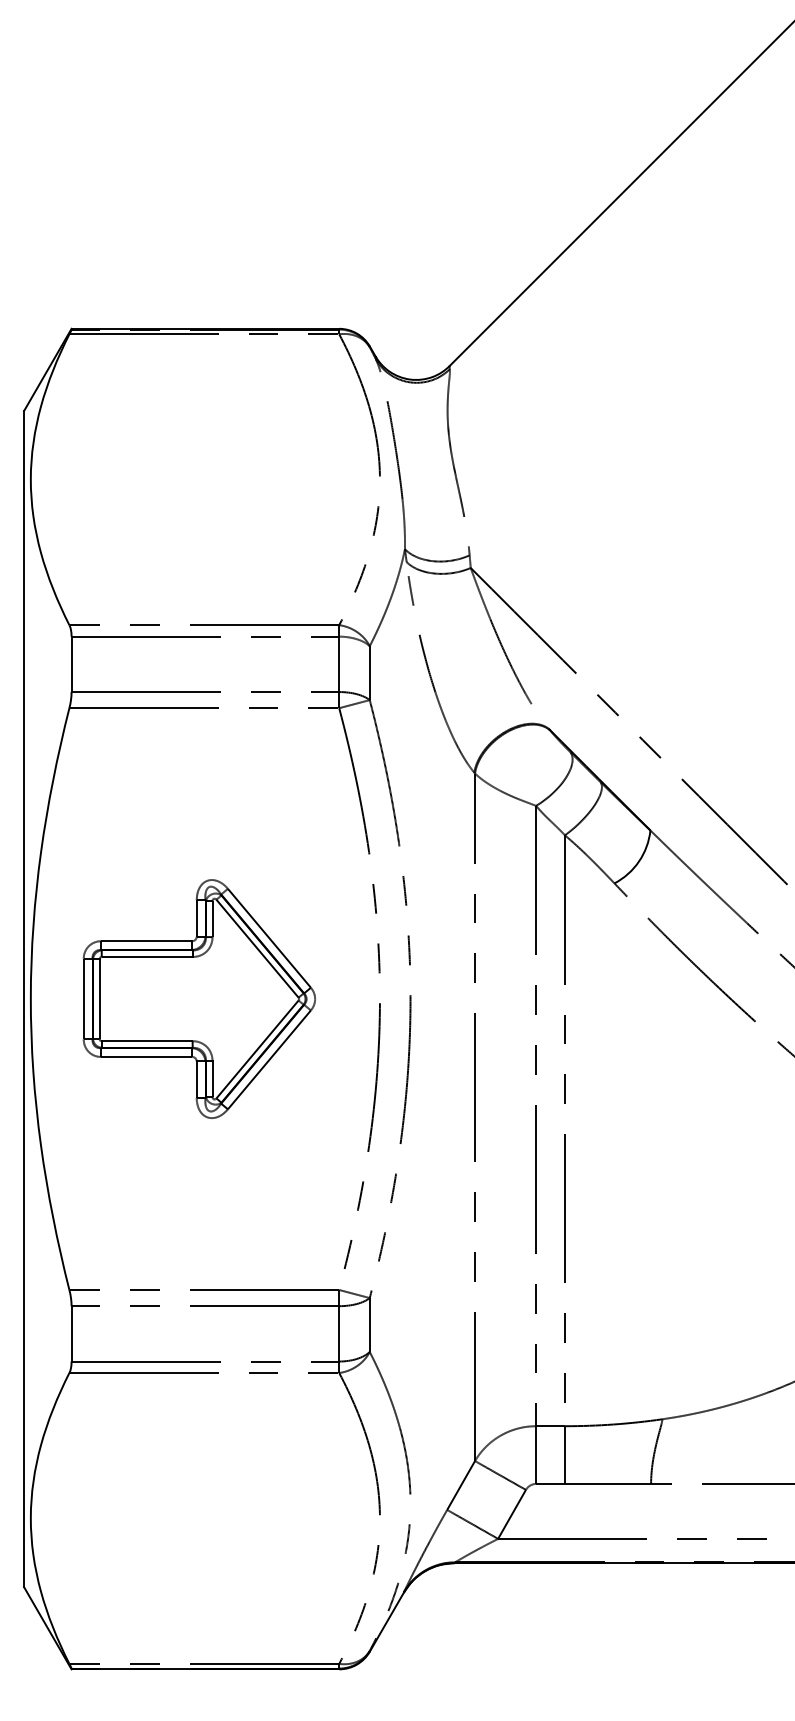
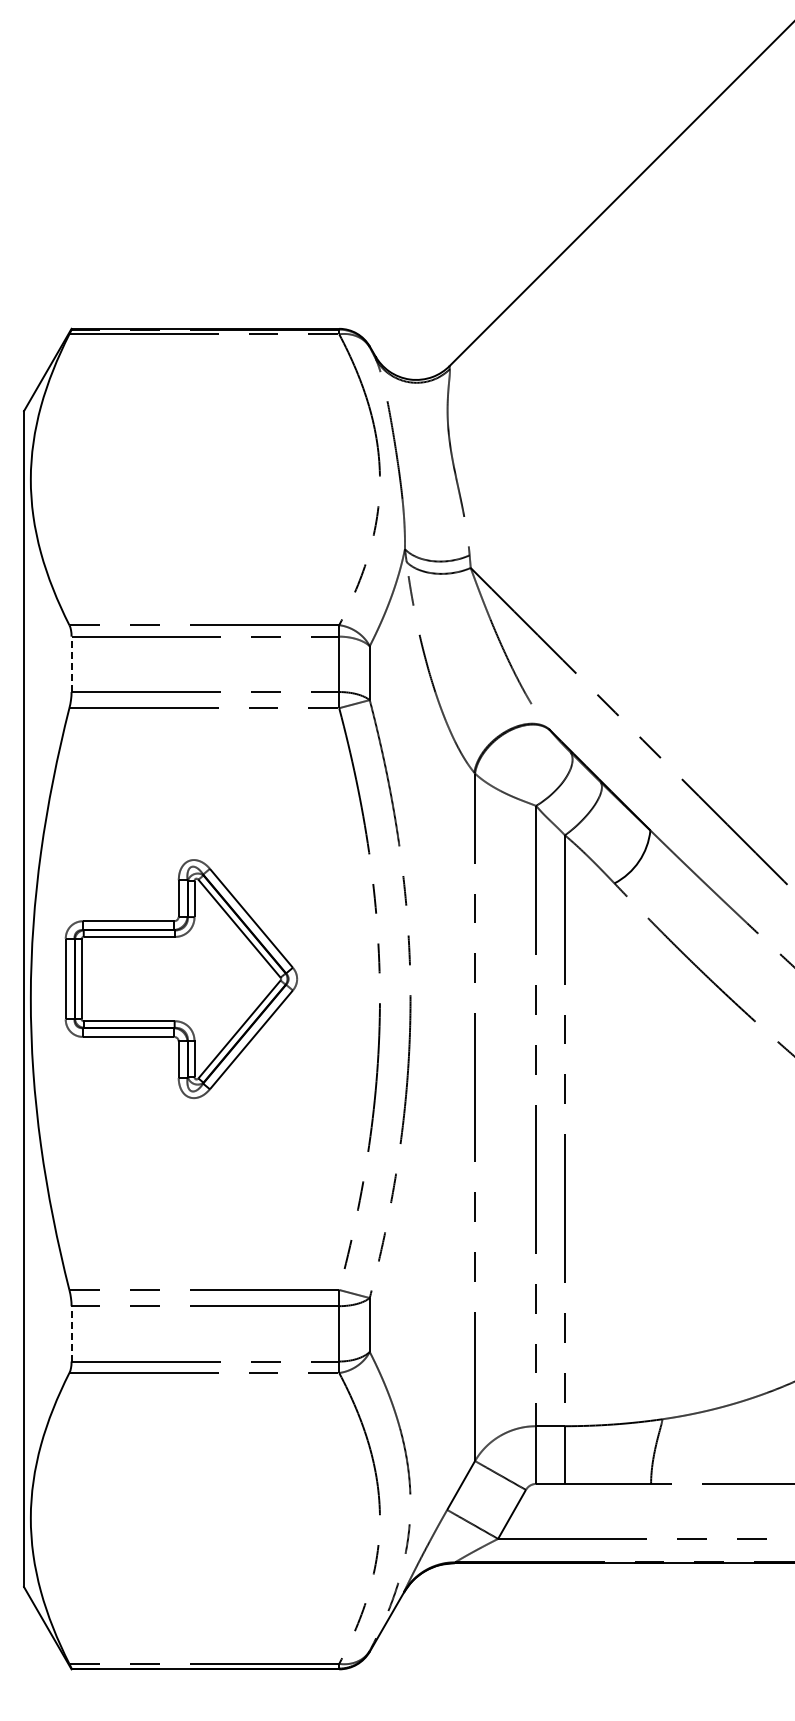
line at (71, 664): solid -> dashed
part at (198, 998) position: (198, 998) -> (180, 978)
line at (71, 1333): solid -> dashed
